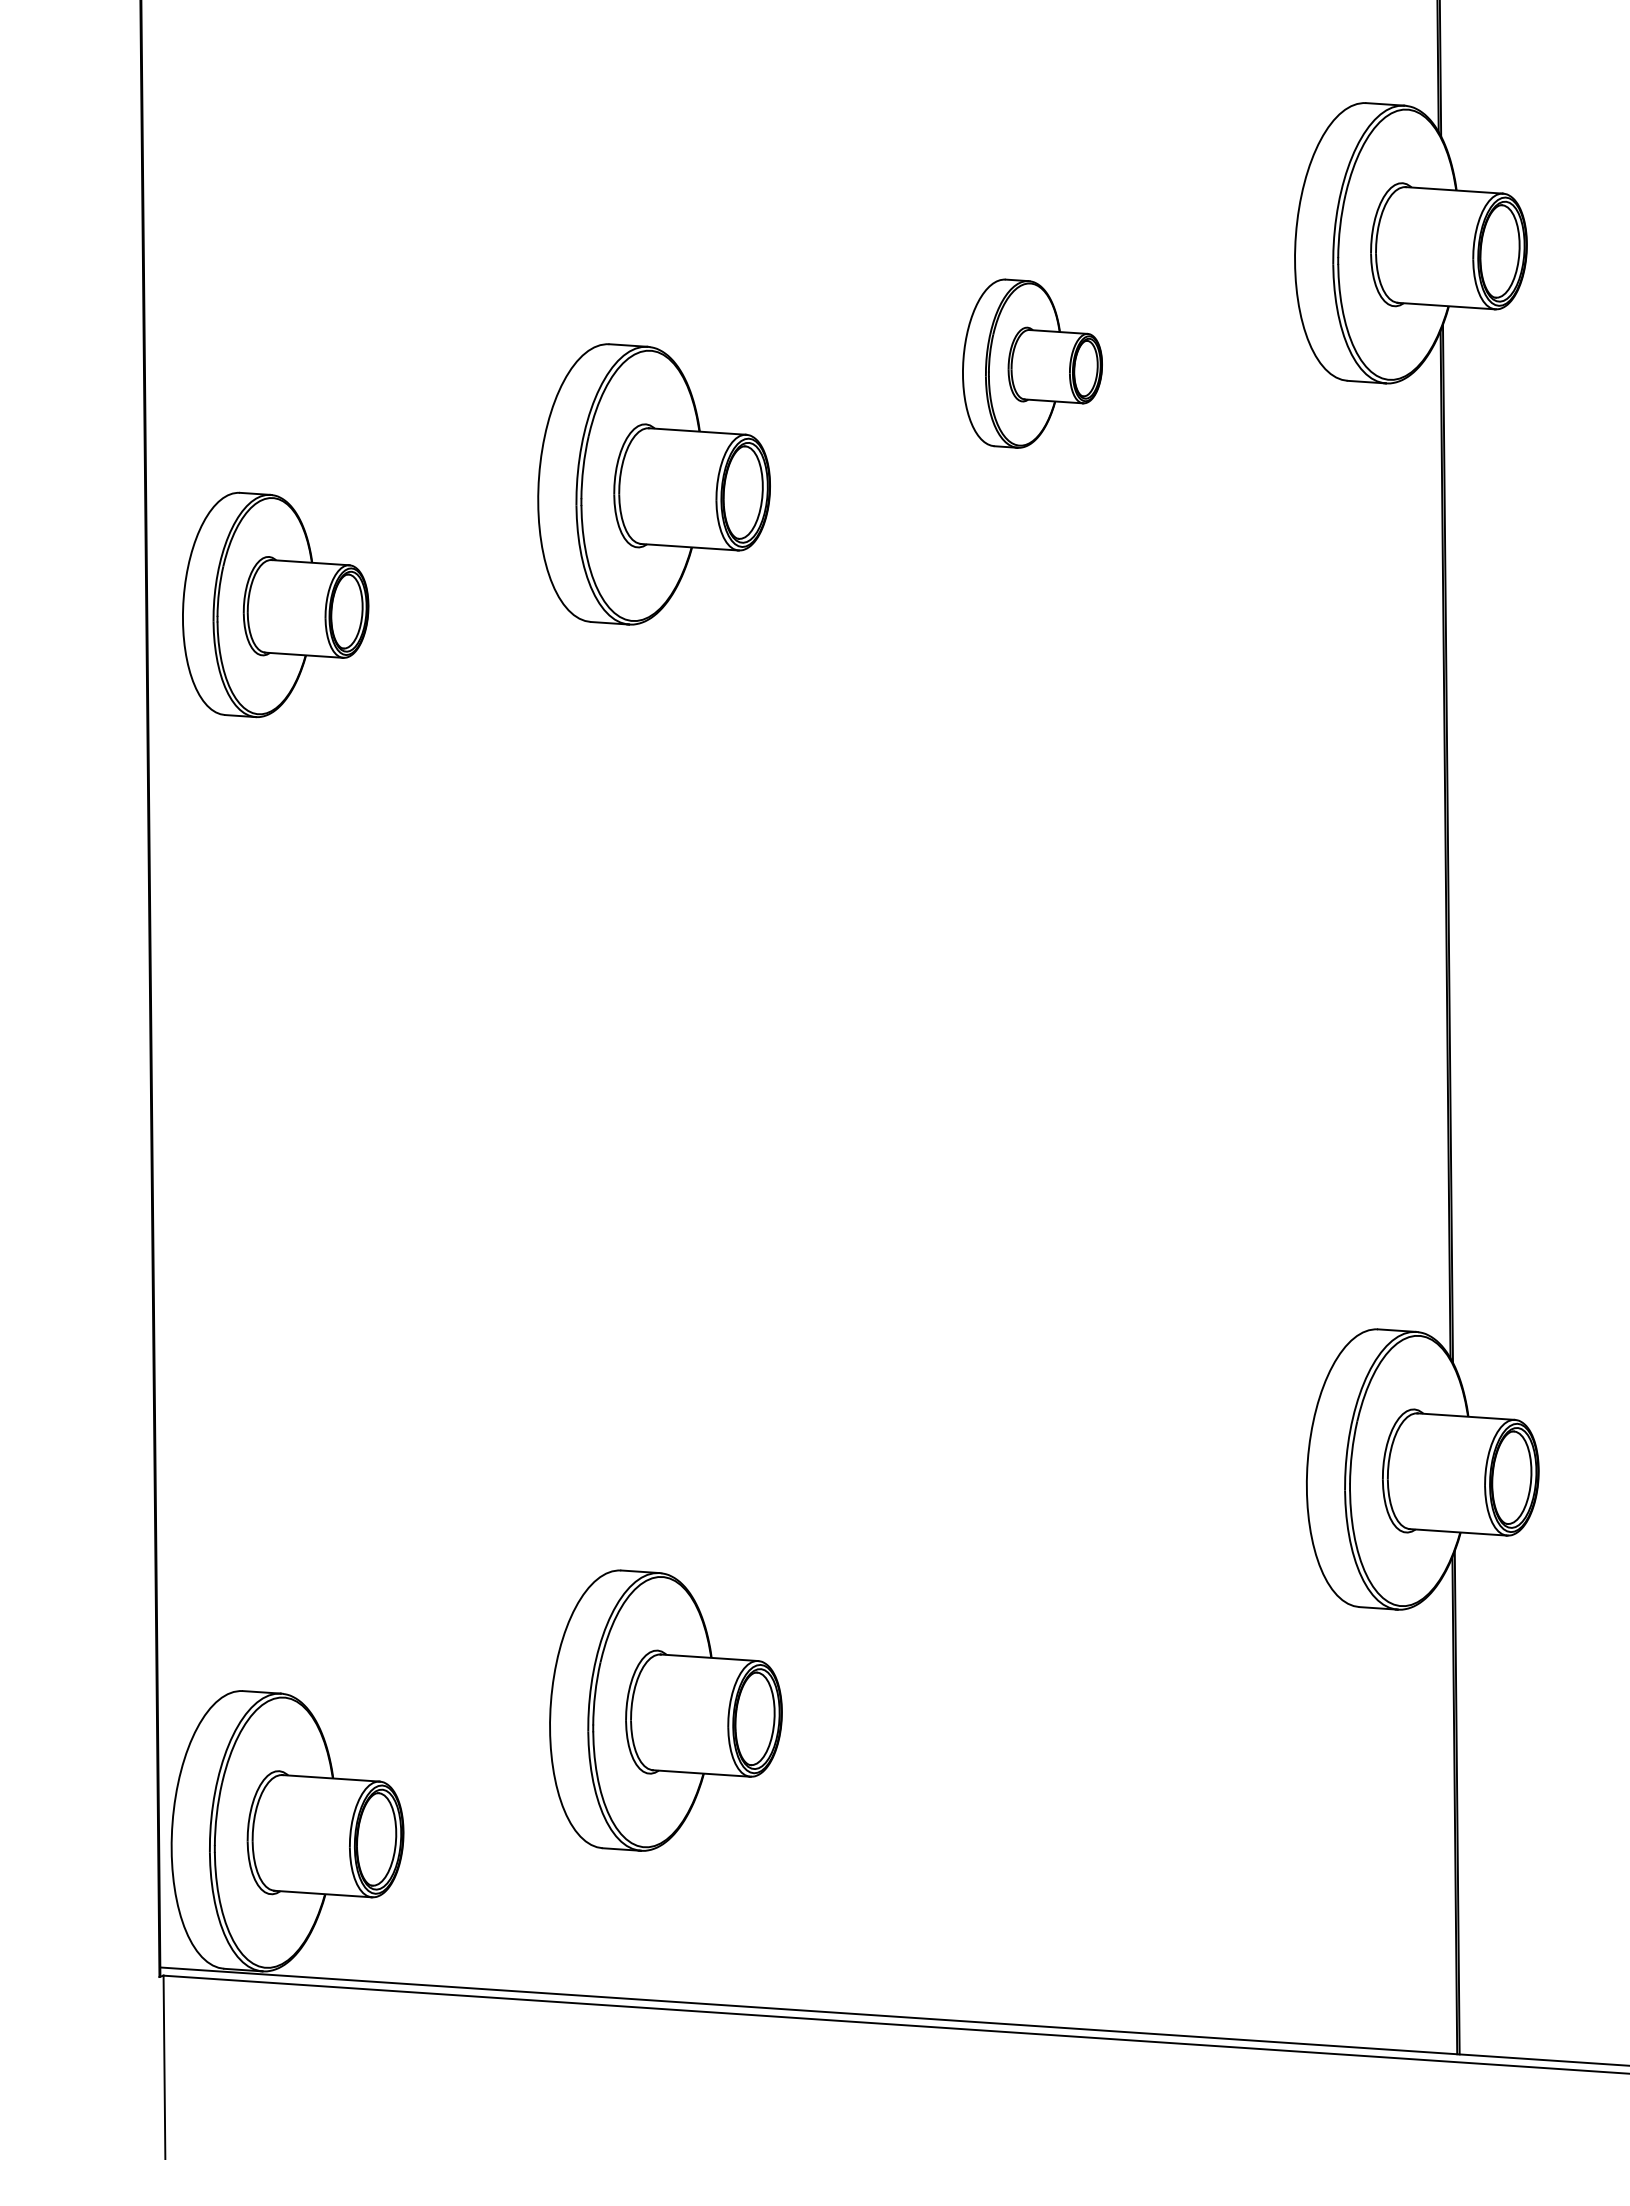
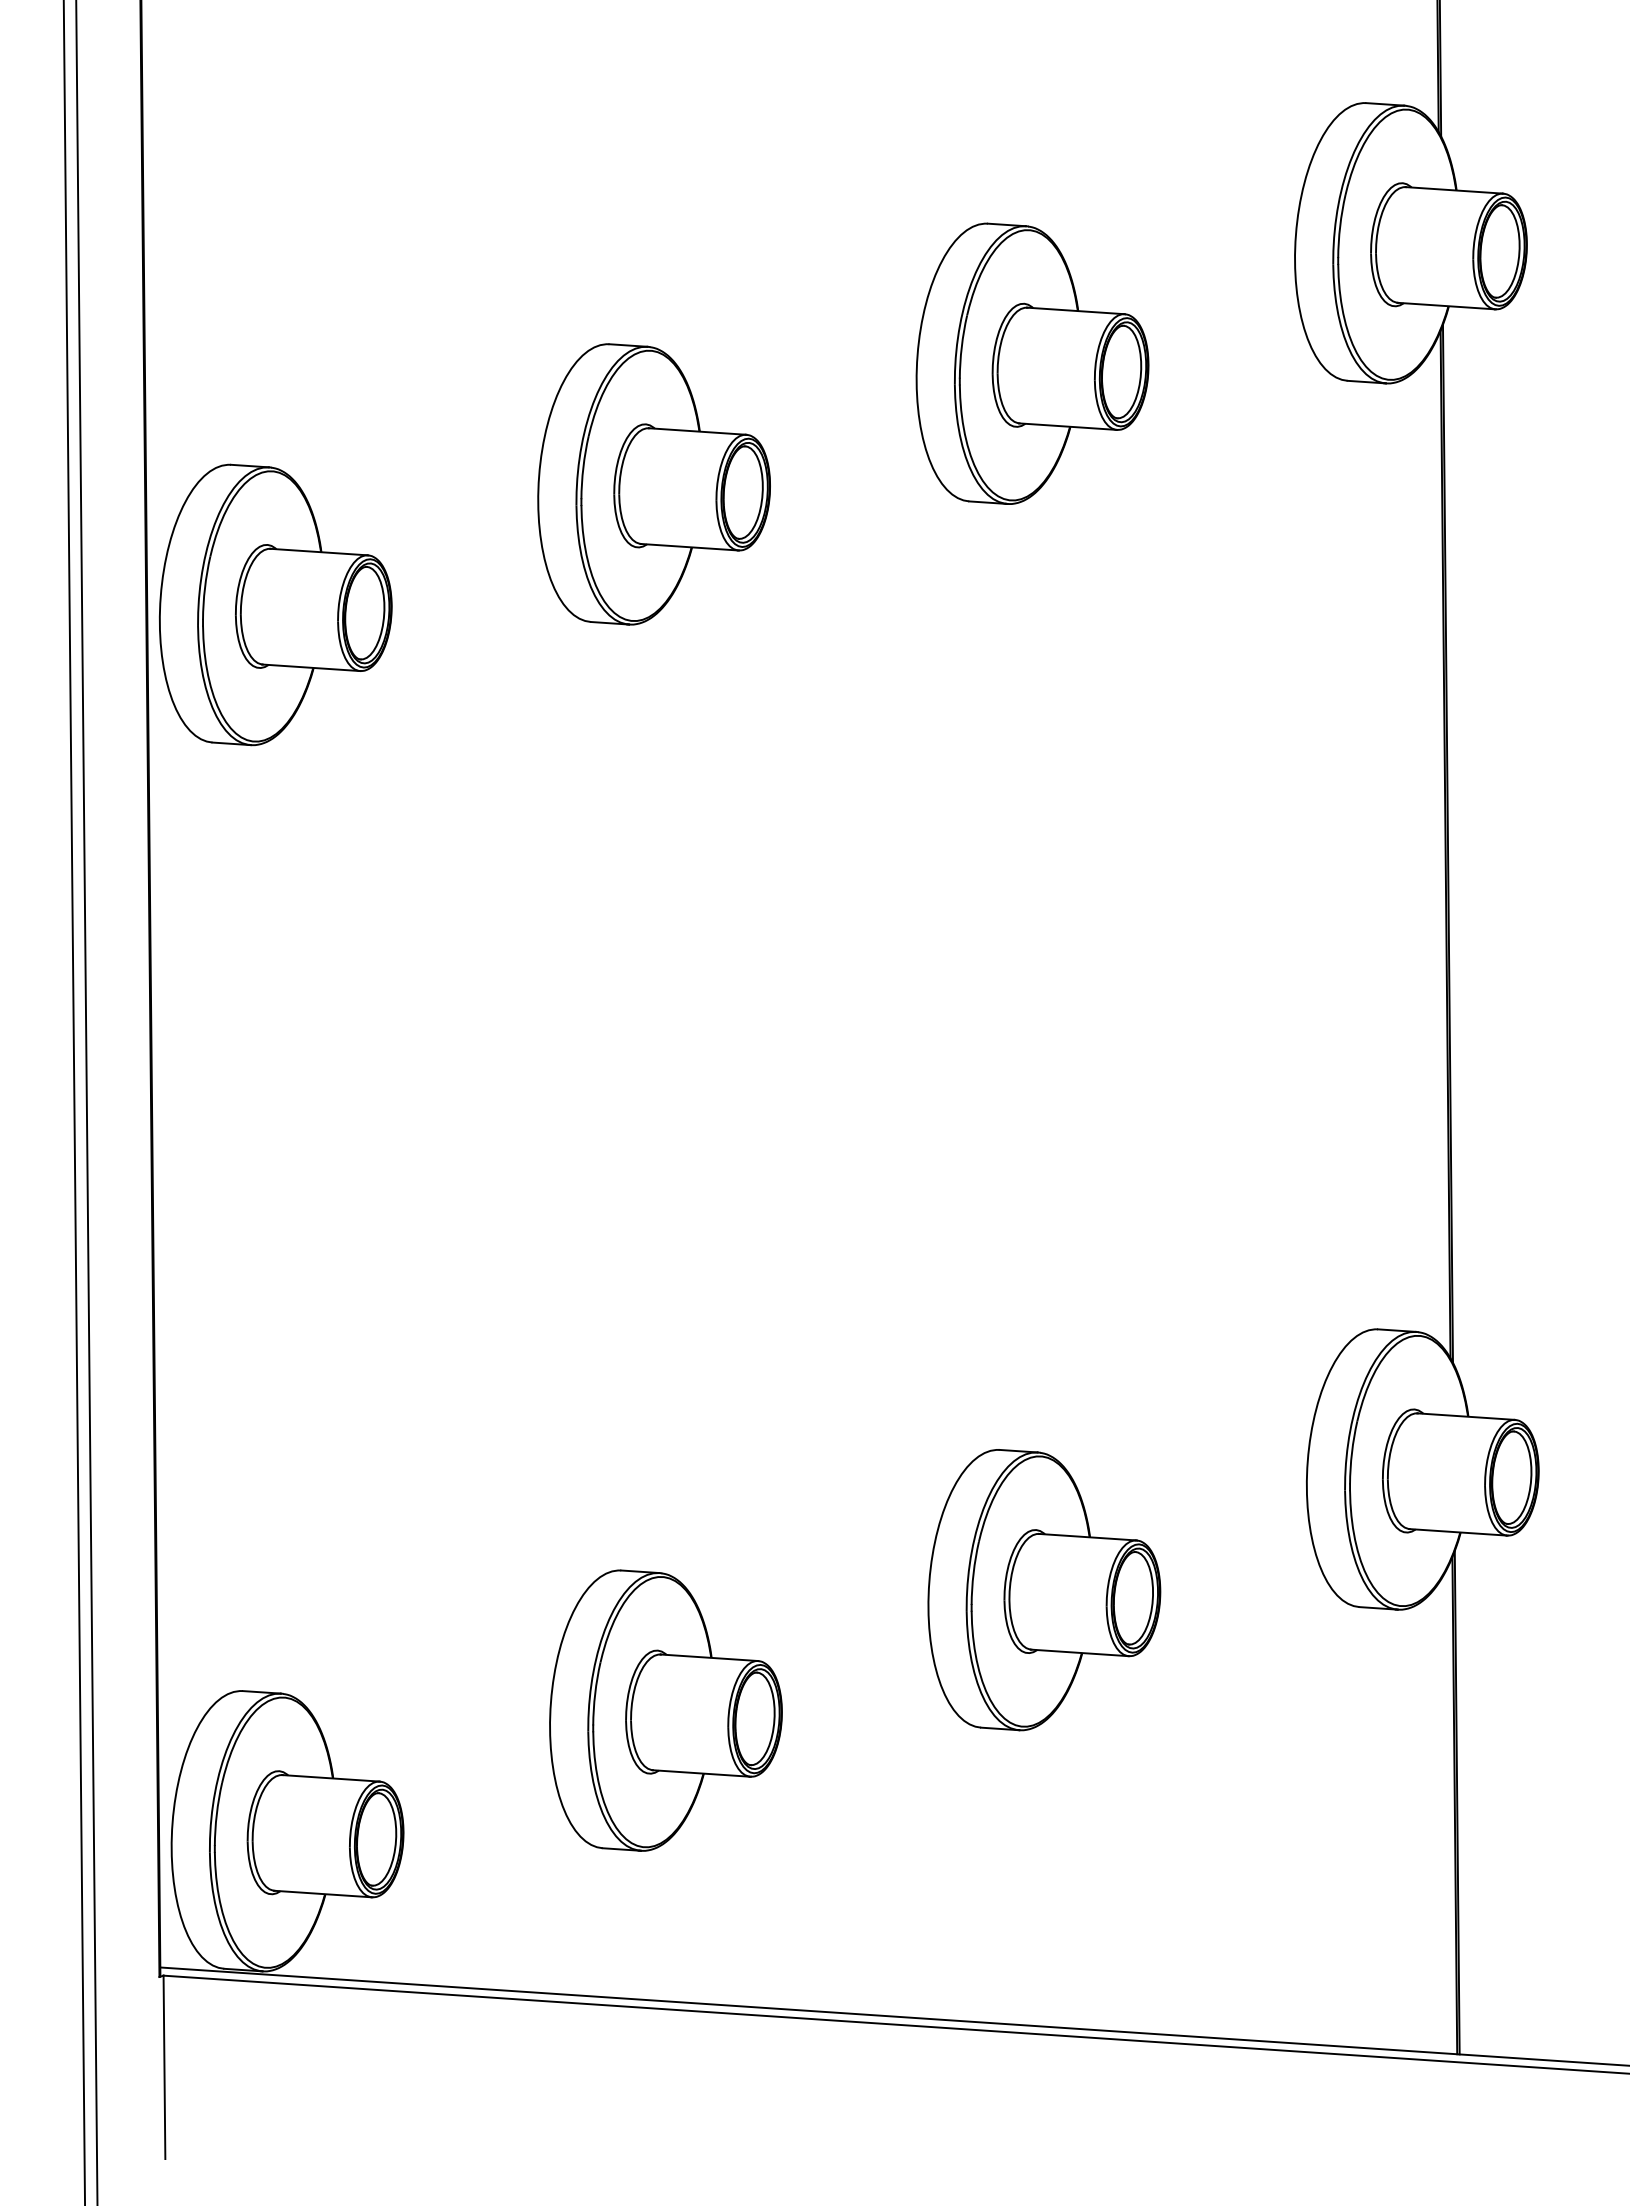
part at (1032, 363) size: 141x171 px -> 235x283 px
part at (275, 604) size: 188x228 px -> 235x284 px
line at (74, 1102): none -> present
line at (86, 1102): none -> present
part at (1044, 1590): none -> present
